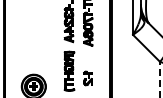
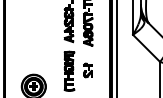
line at (117, 48): none -> present
part at (87, 78) position: (87, 78) -> (87, 70)
line at (160, 79): dashed -> solid
